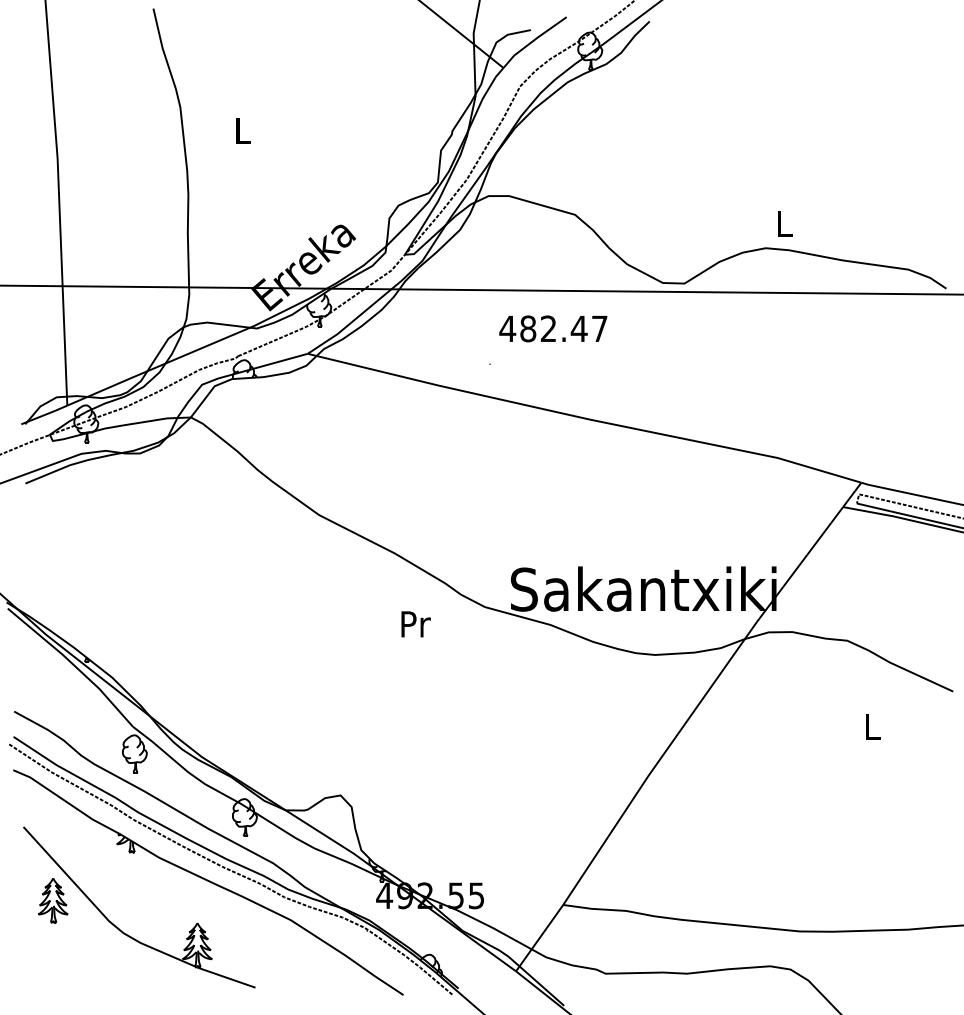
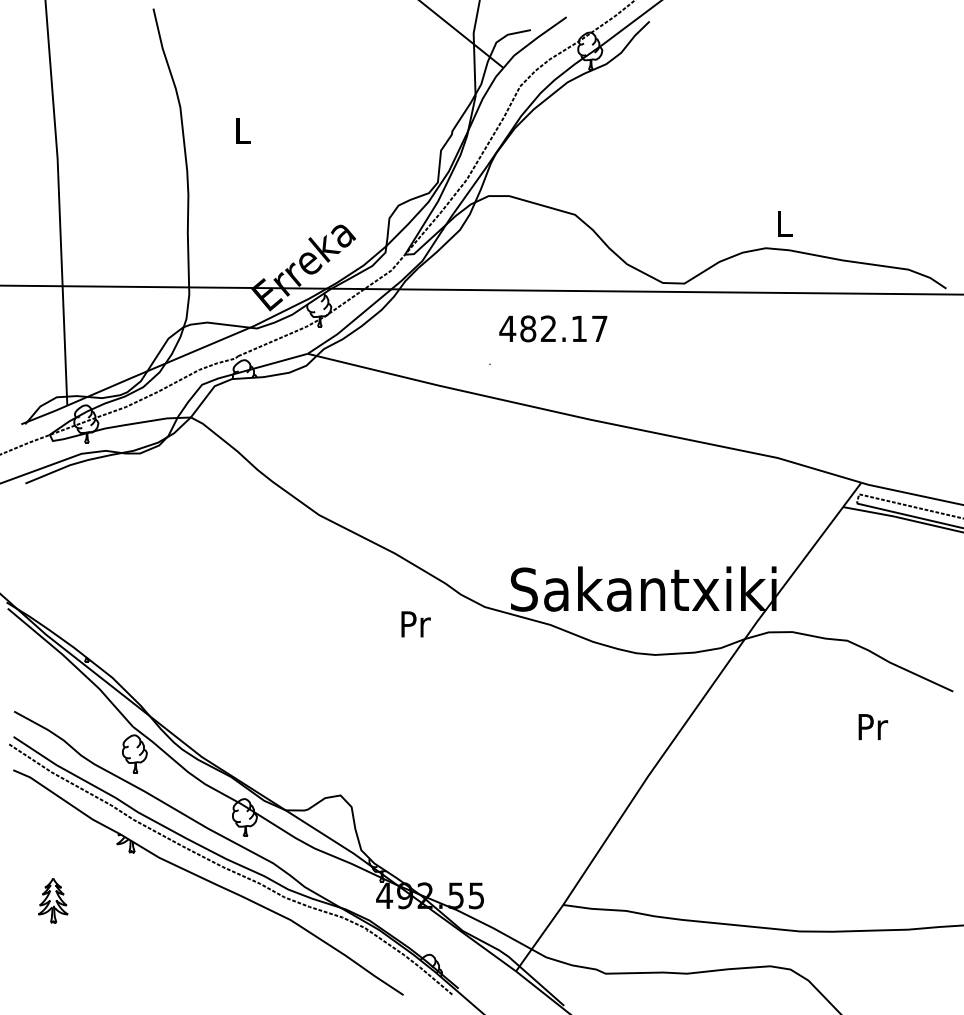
text at (578, 328): 482.47 -> 482.17
text at (873, 727): L -> Pr
part at (123, 931): present -> none
